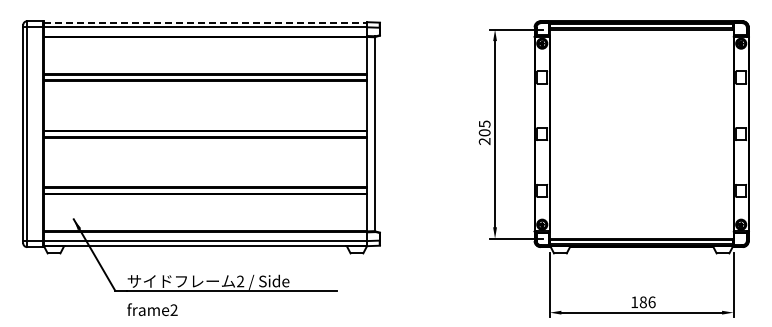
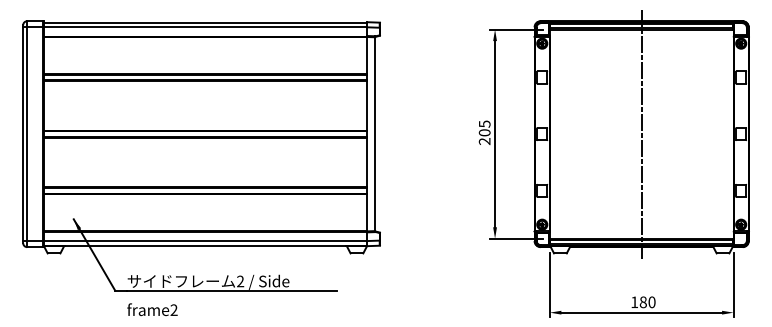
line at (205, 22): dashed -> solid
line at (641, 133): none -> present
text at (651, 301): 186 -> 180
